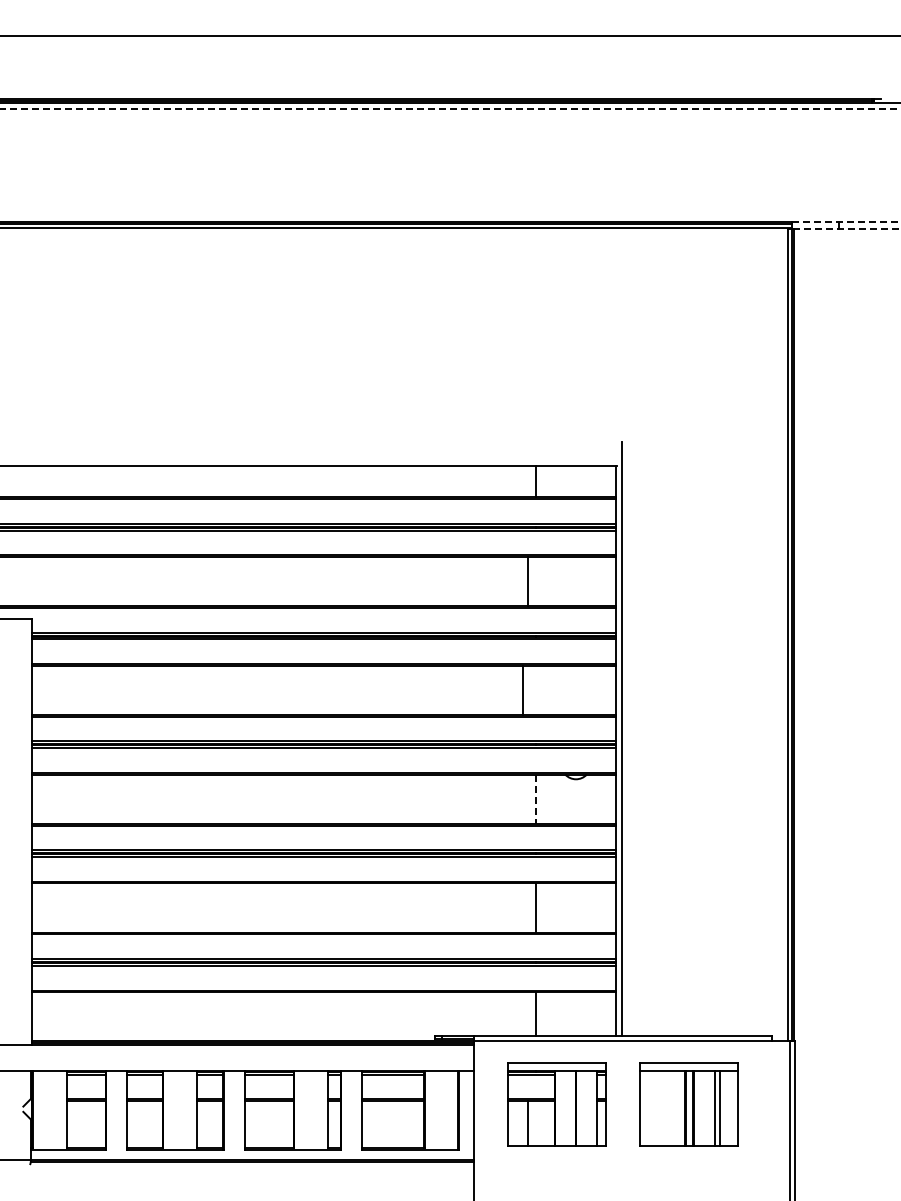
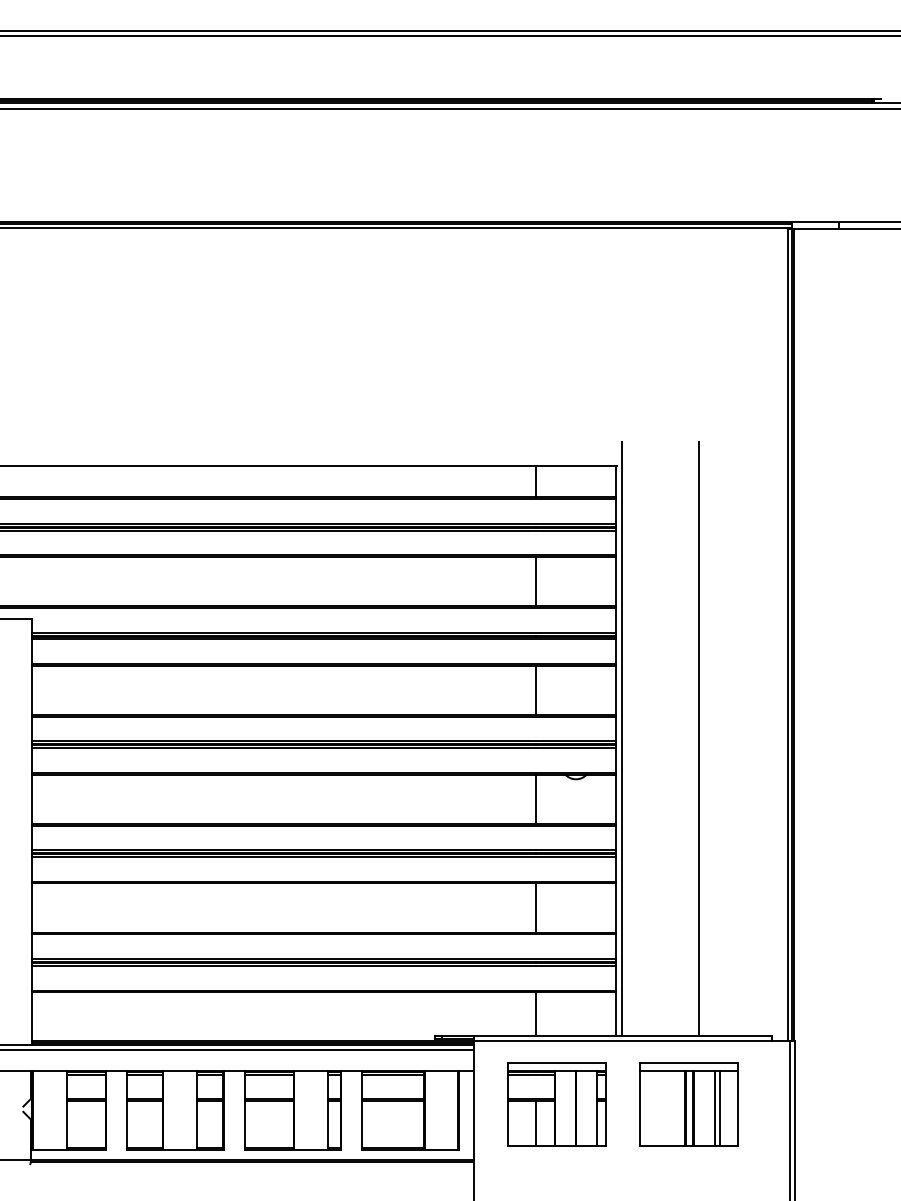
line at (449, 31): none -> present
line at (450, 108): dashed -> solid
line at (846, 221): dashed -> solid
line at (847, 228): dashed -> solid
line at (528, 581) position: (528, 581) -> (536, 581)
line at (523, 689) position: (523, 689) -> (536, 689)
line at (699, 739): none -> present
line at (536, 799): dashed -> solid
line at (238, 1049): none -> present
line at (528, 1123) position: (528, 1123) -> (536, 1123)
